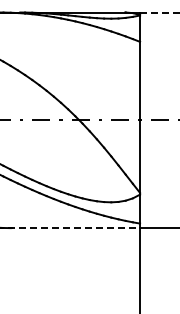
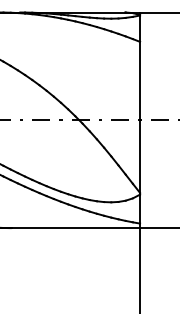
line at (160, 12): dashed -> solid
line at (70, 228): dashed -> solid
